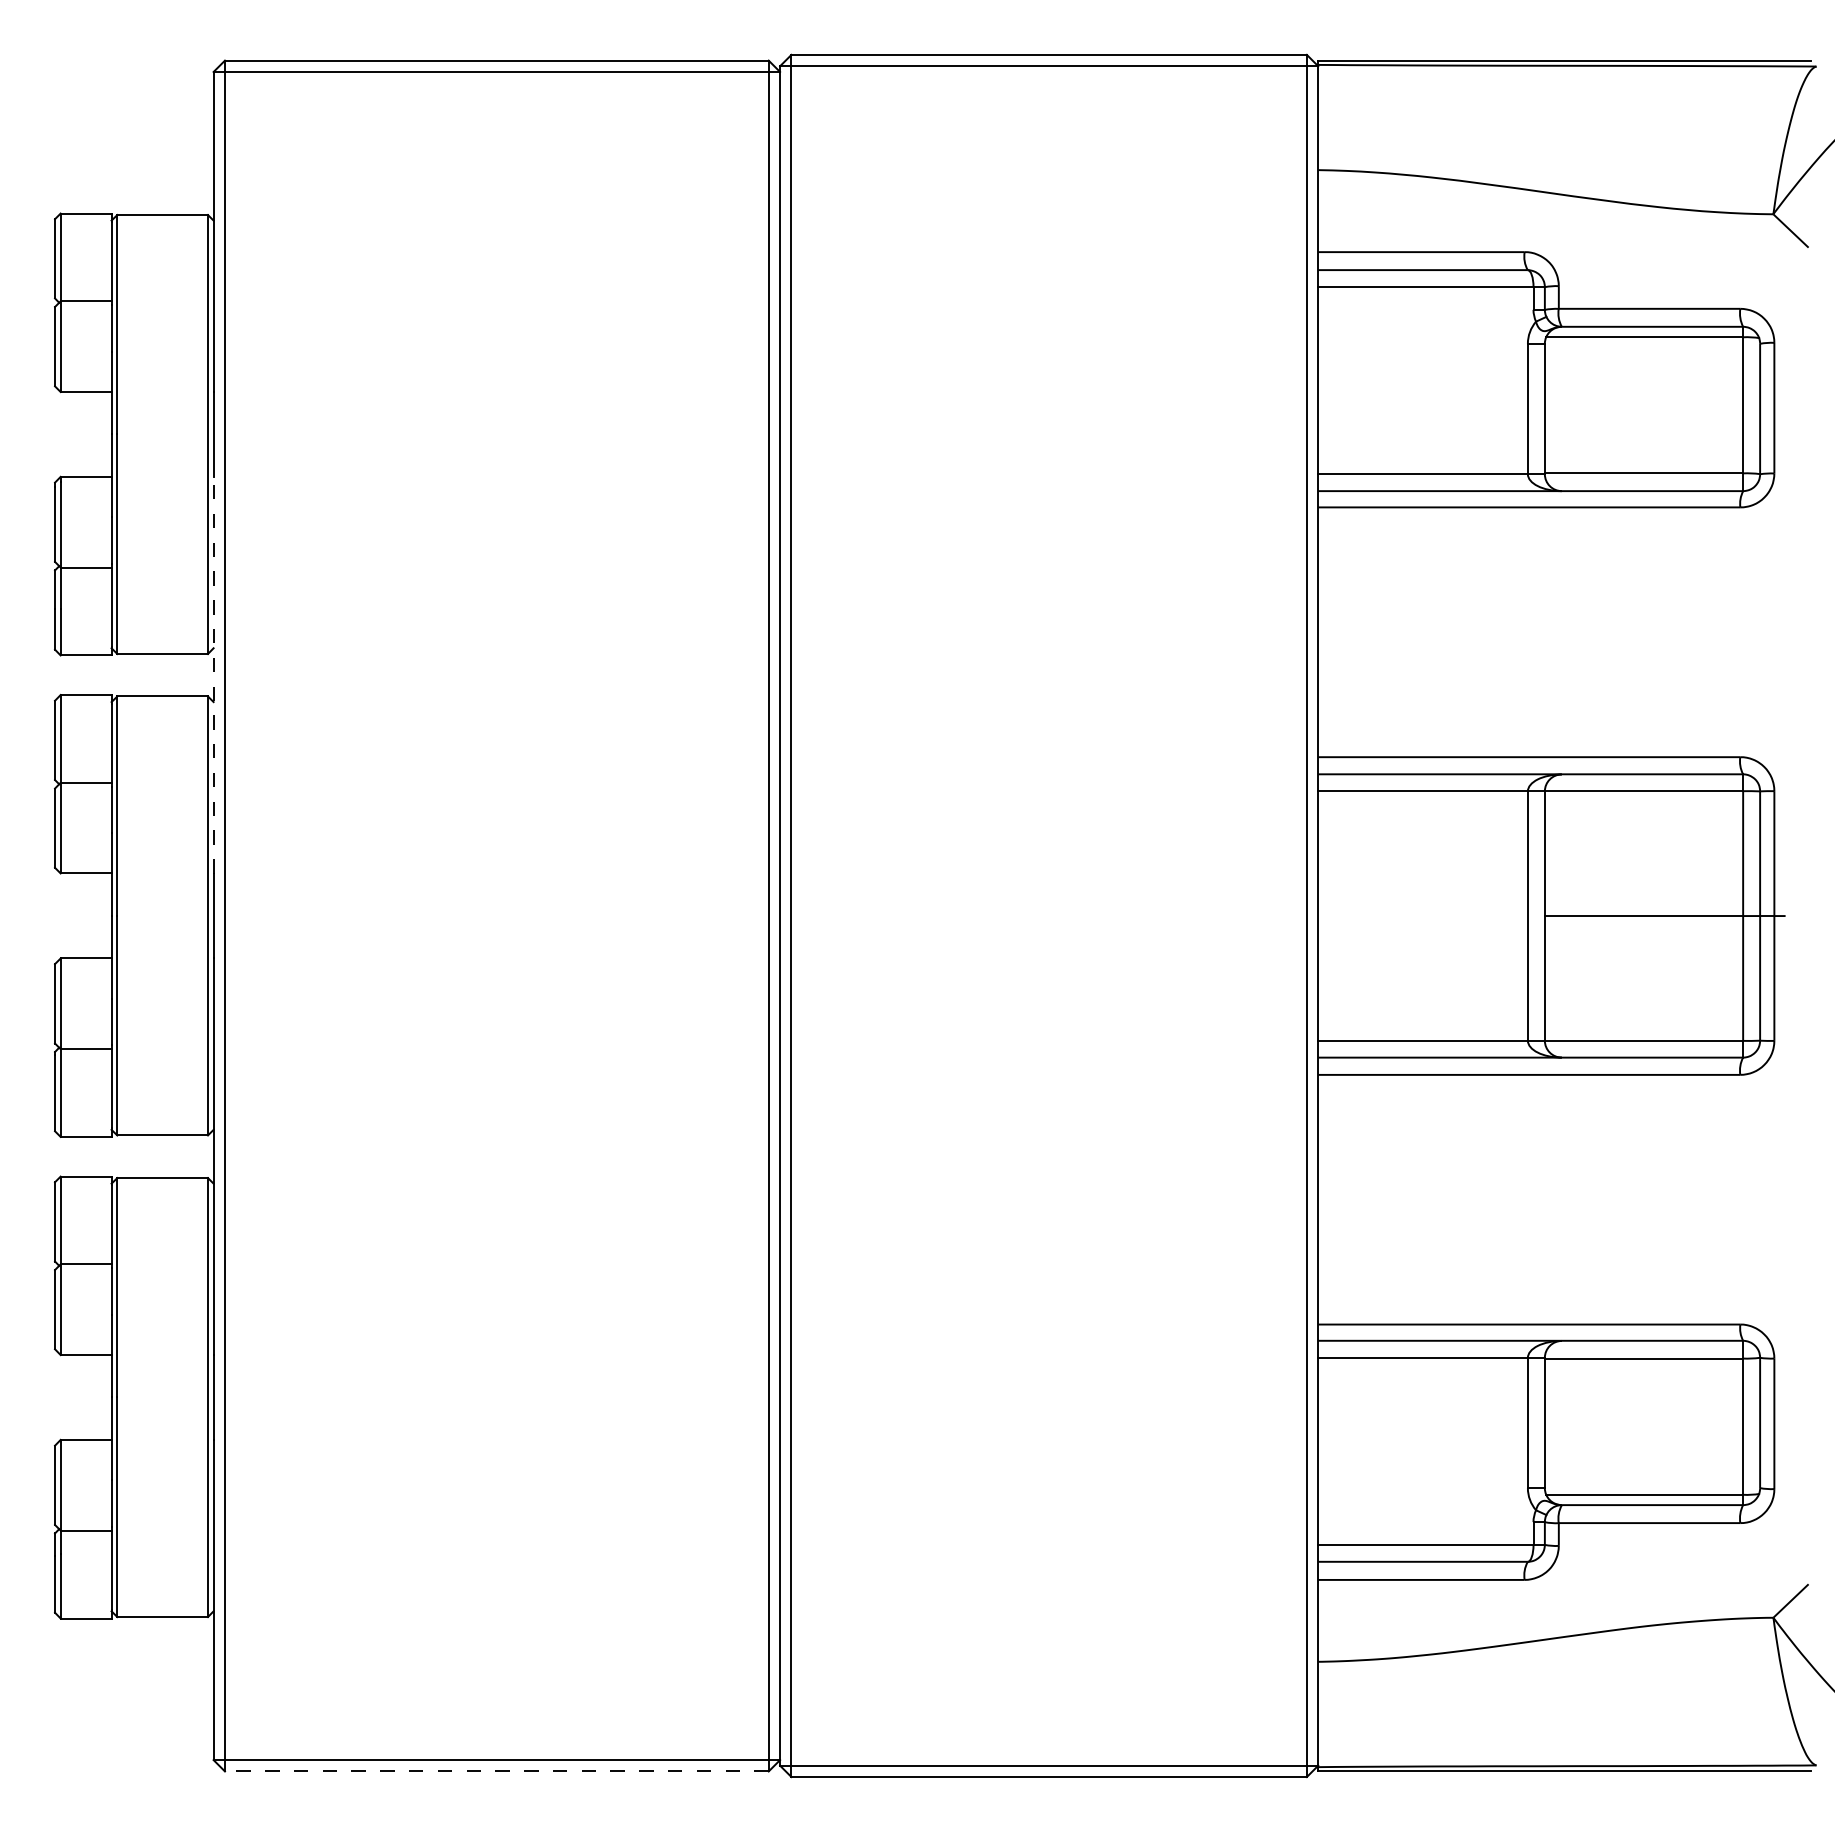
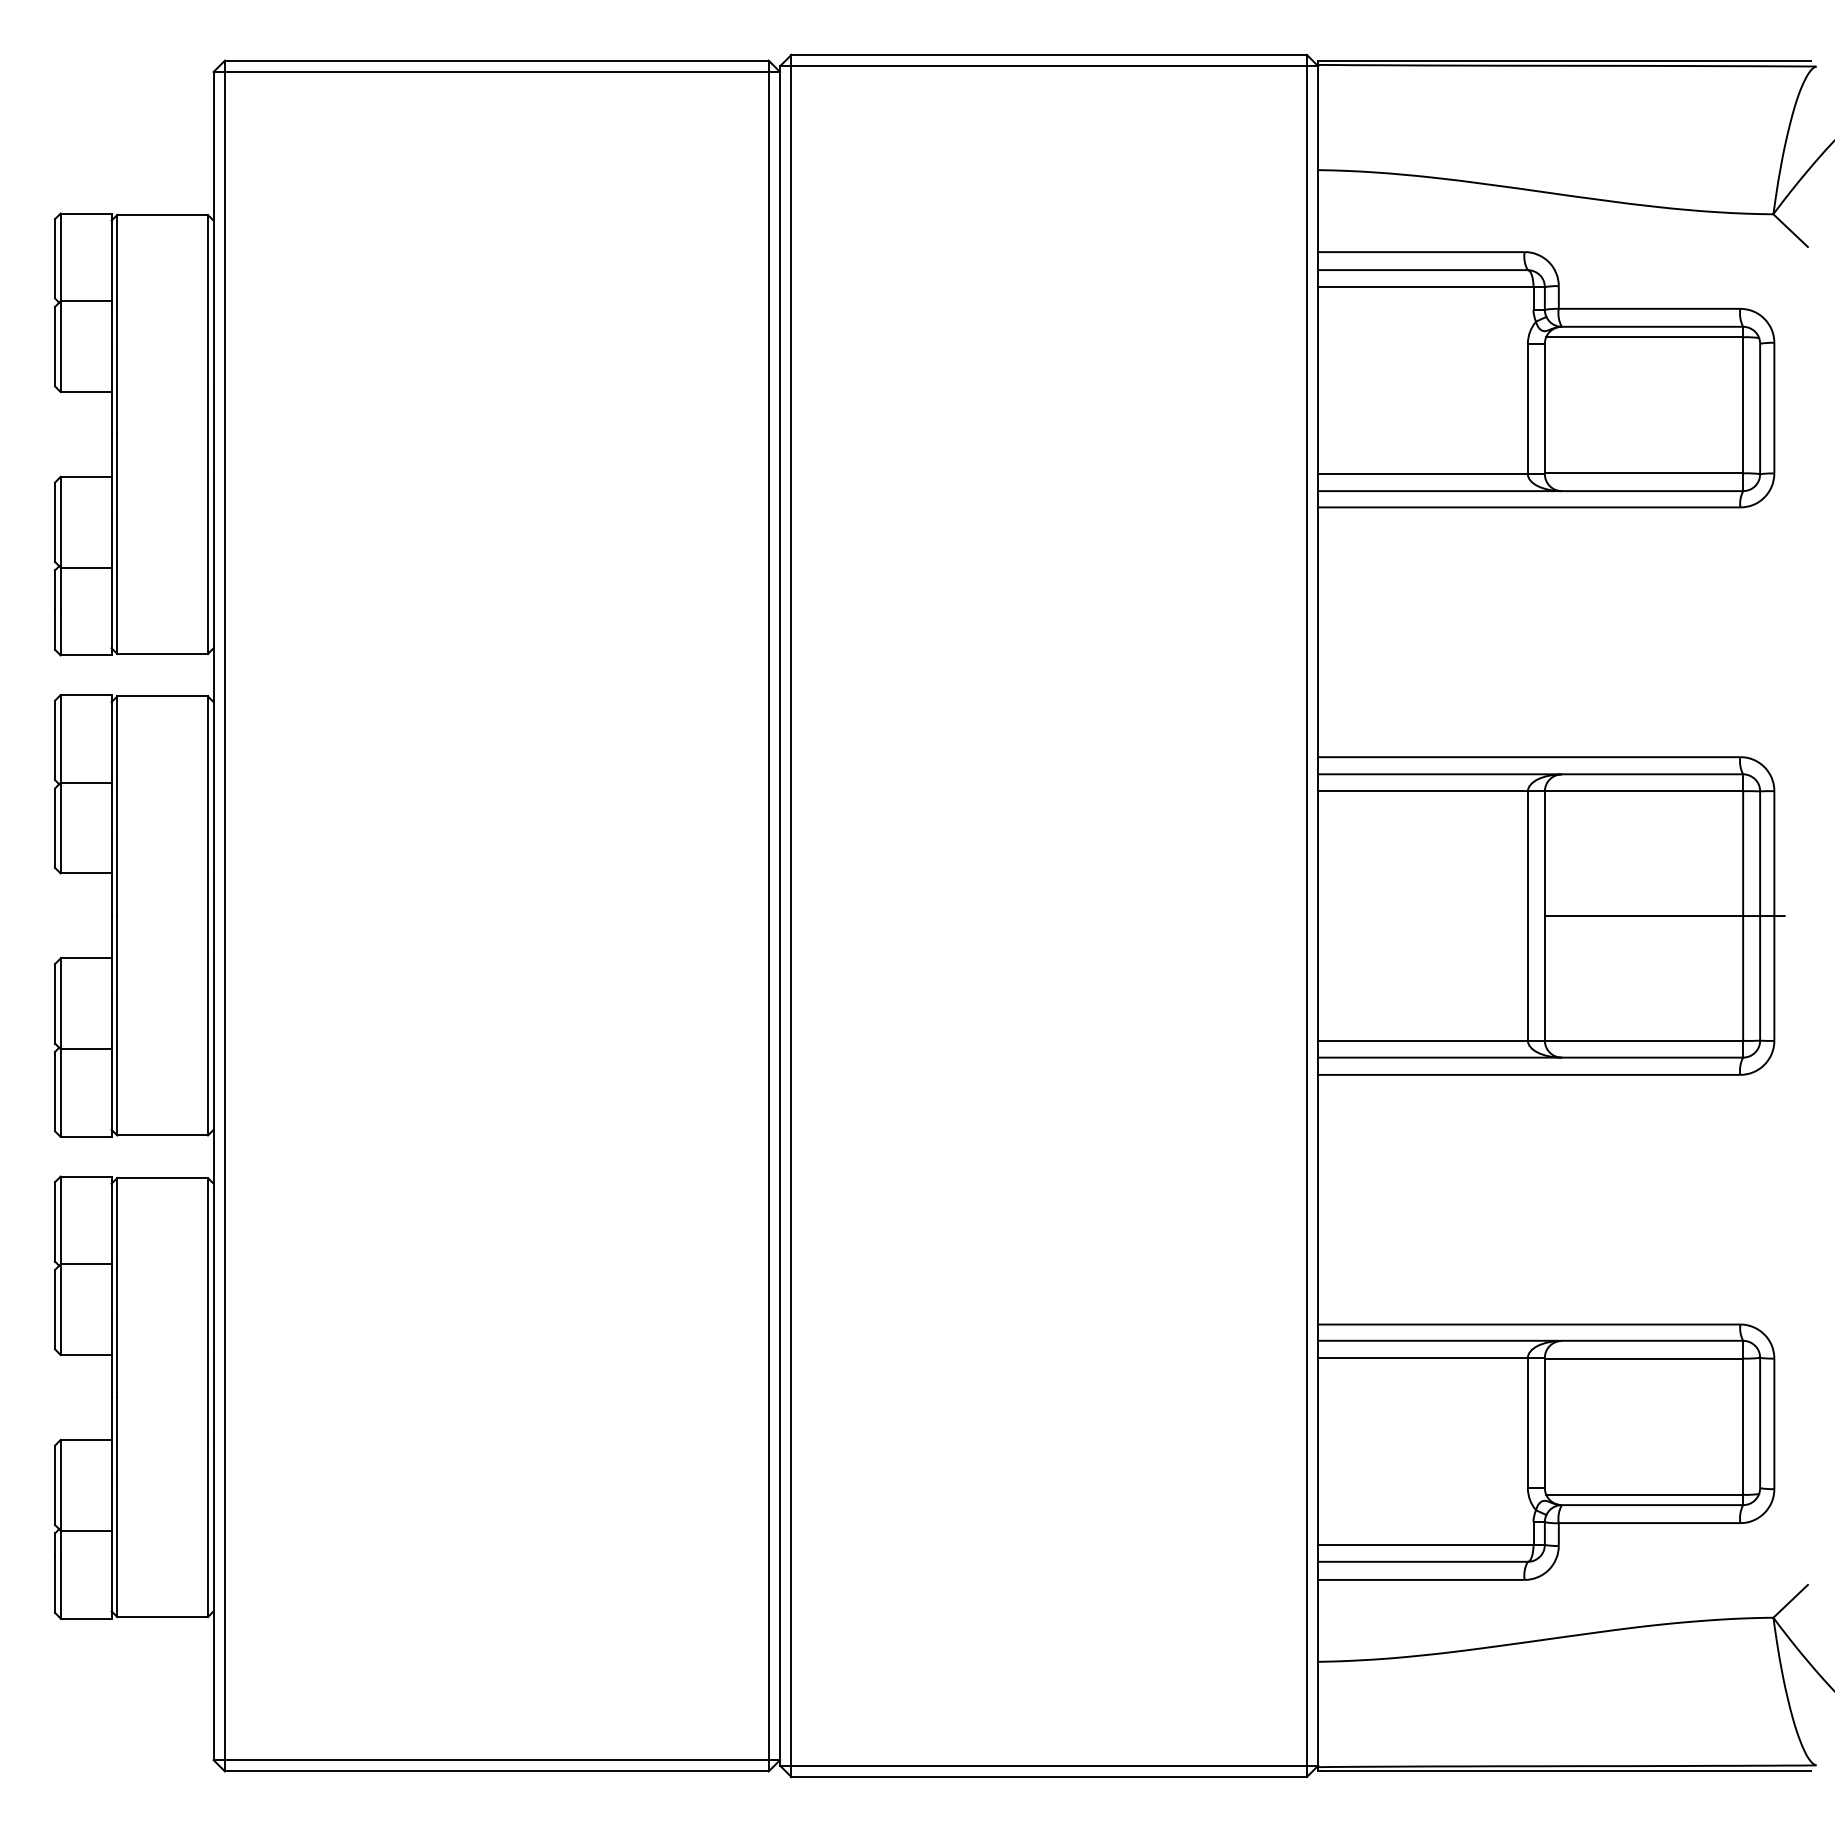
line at (213, 674): dashed -> solid
line at (496, 1771): dashed -> solid
